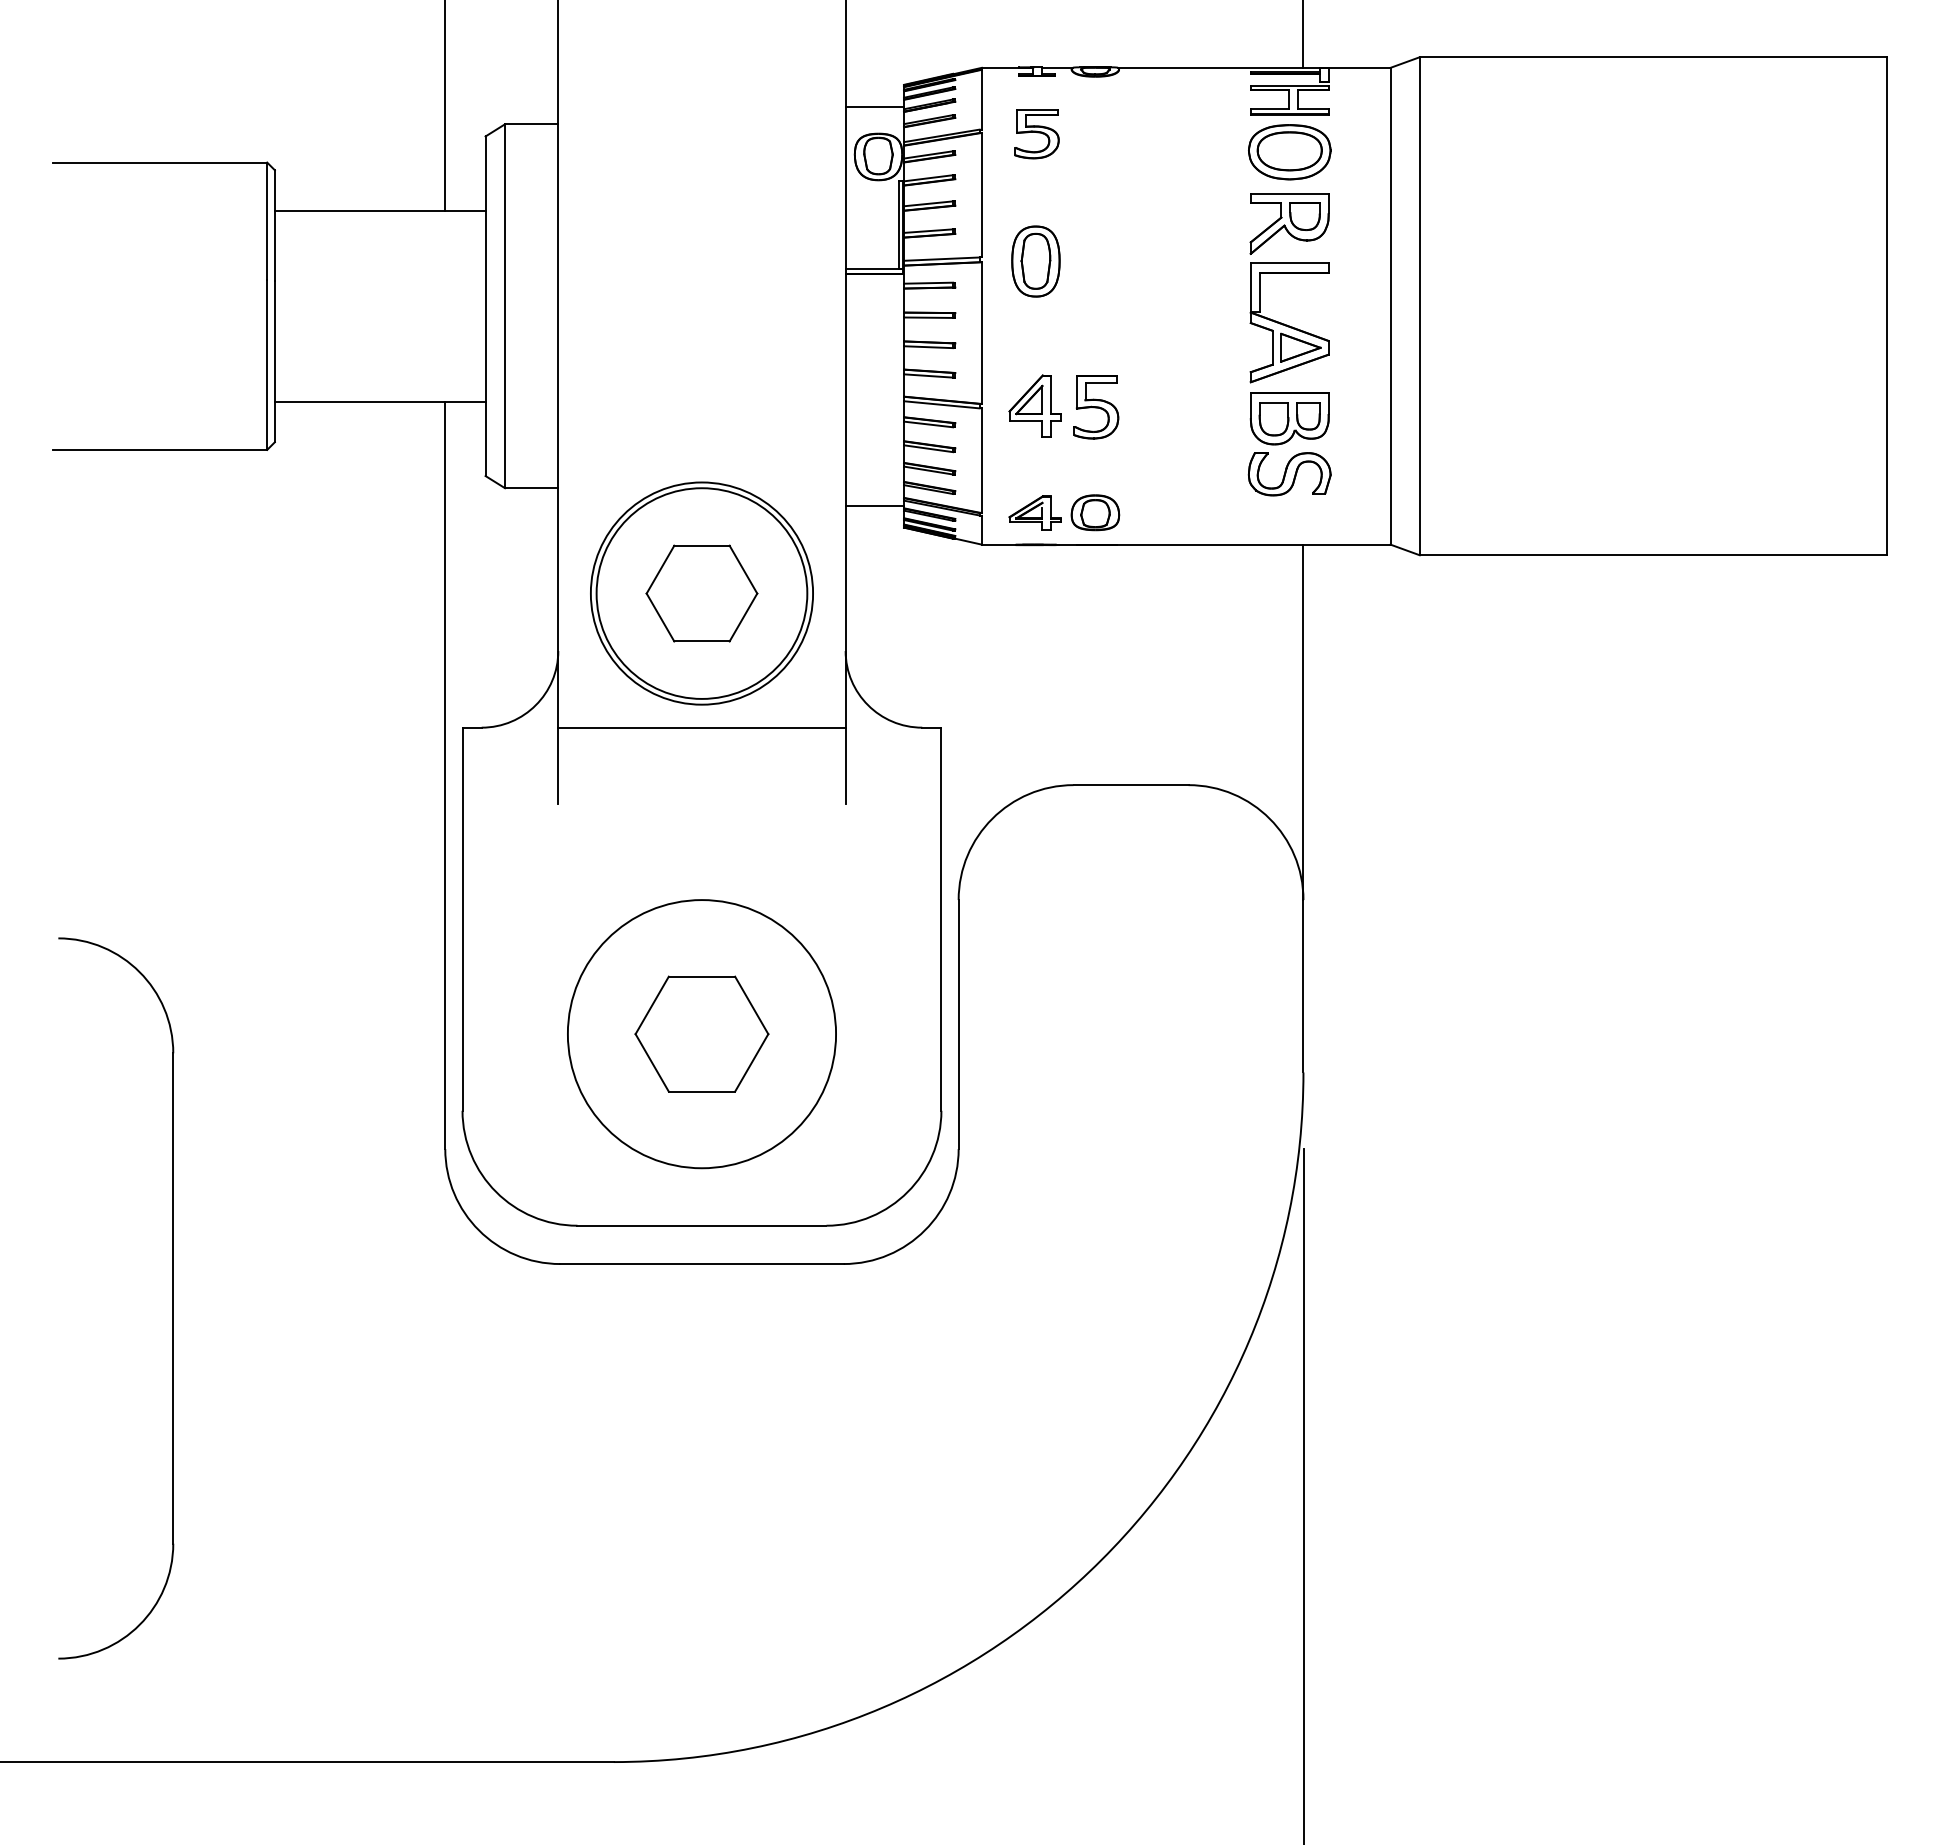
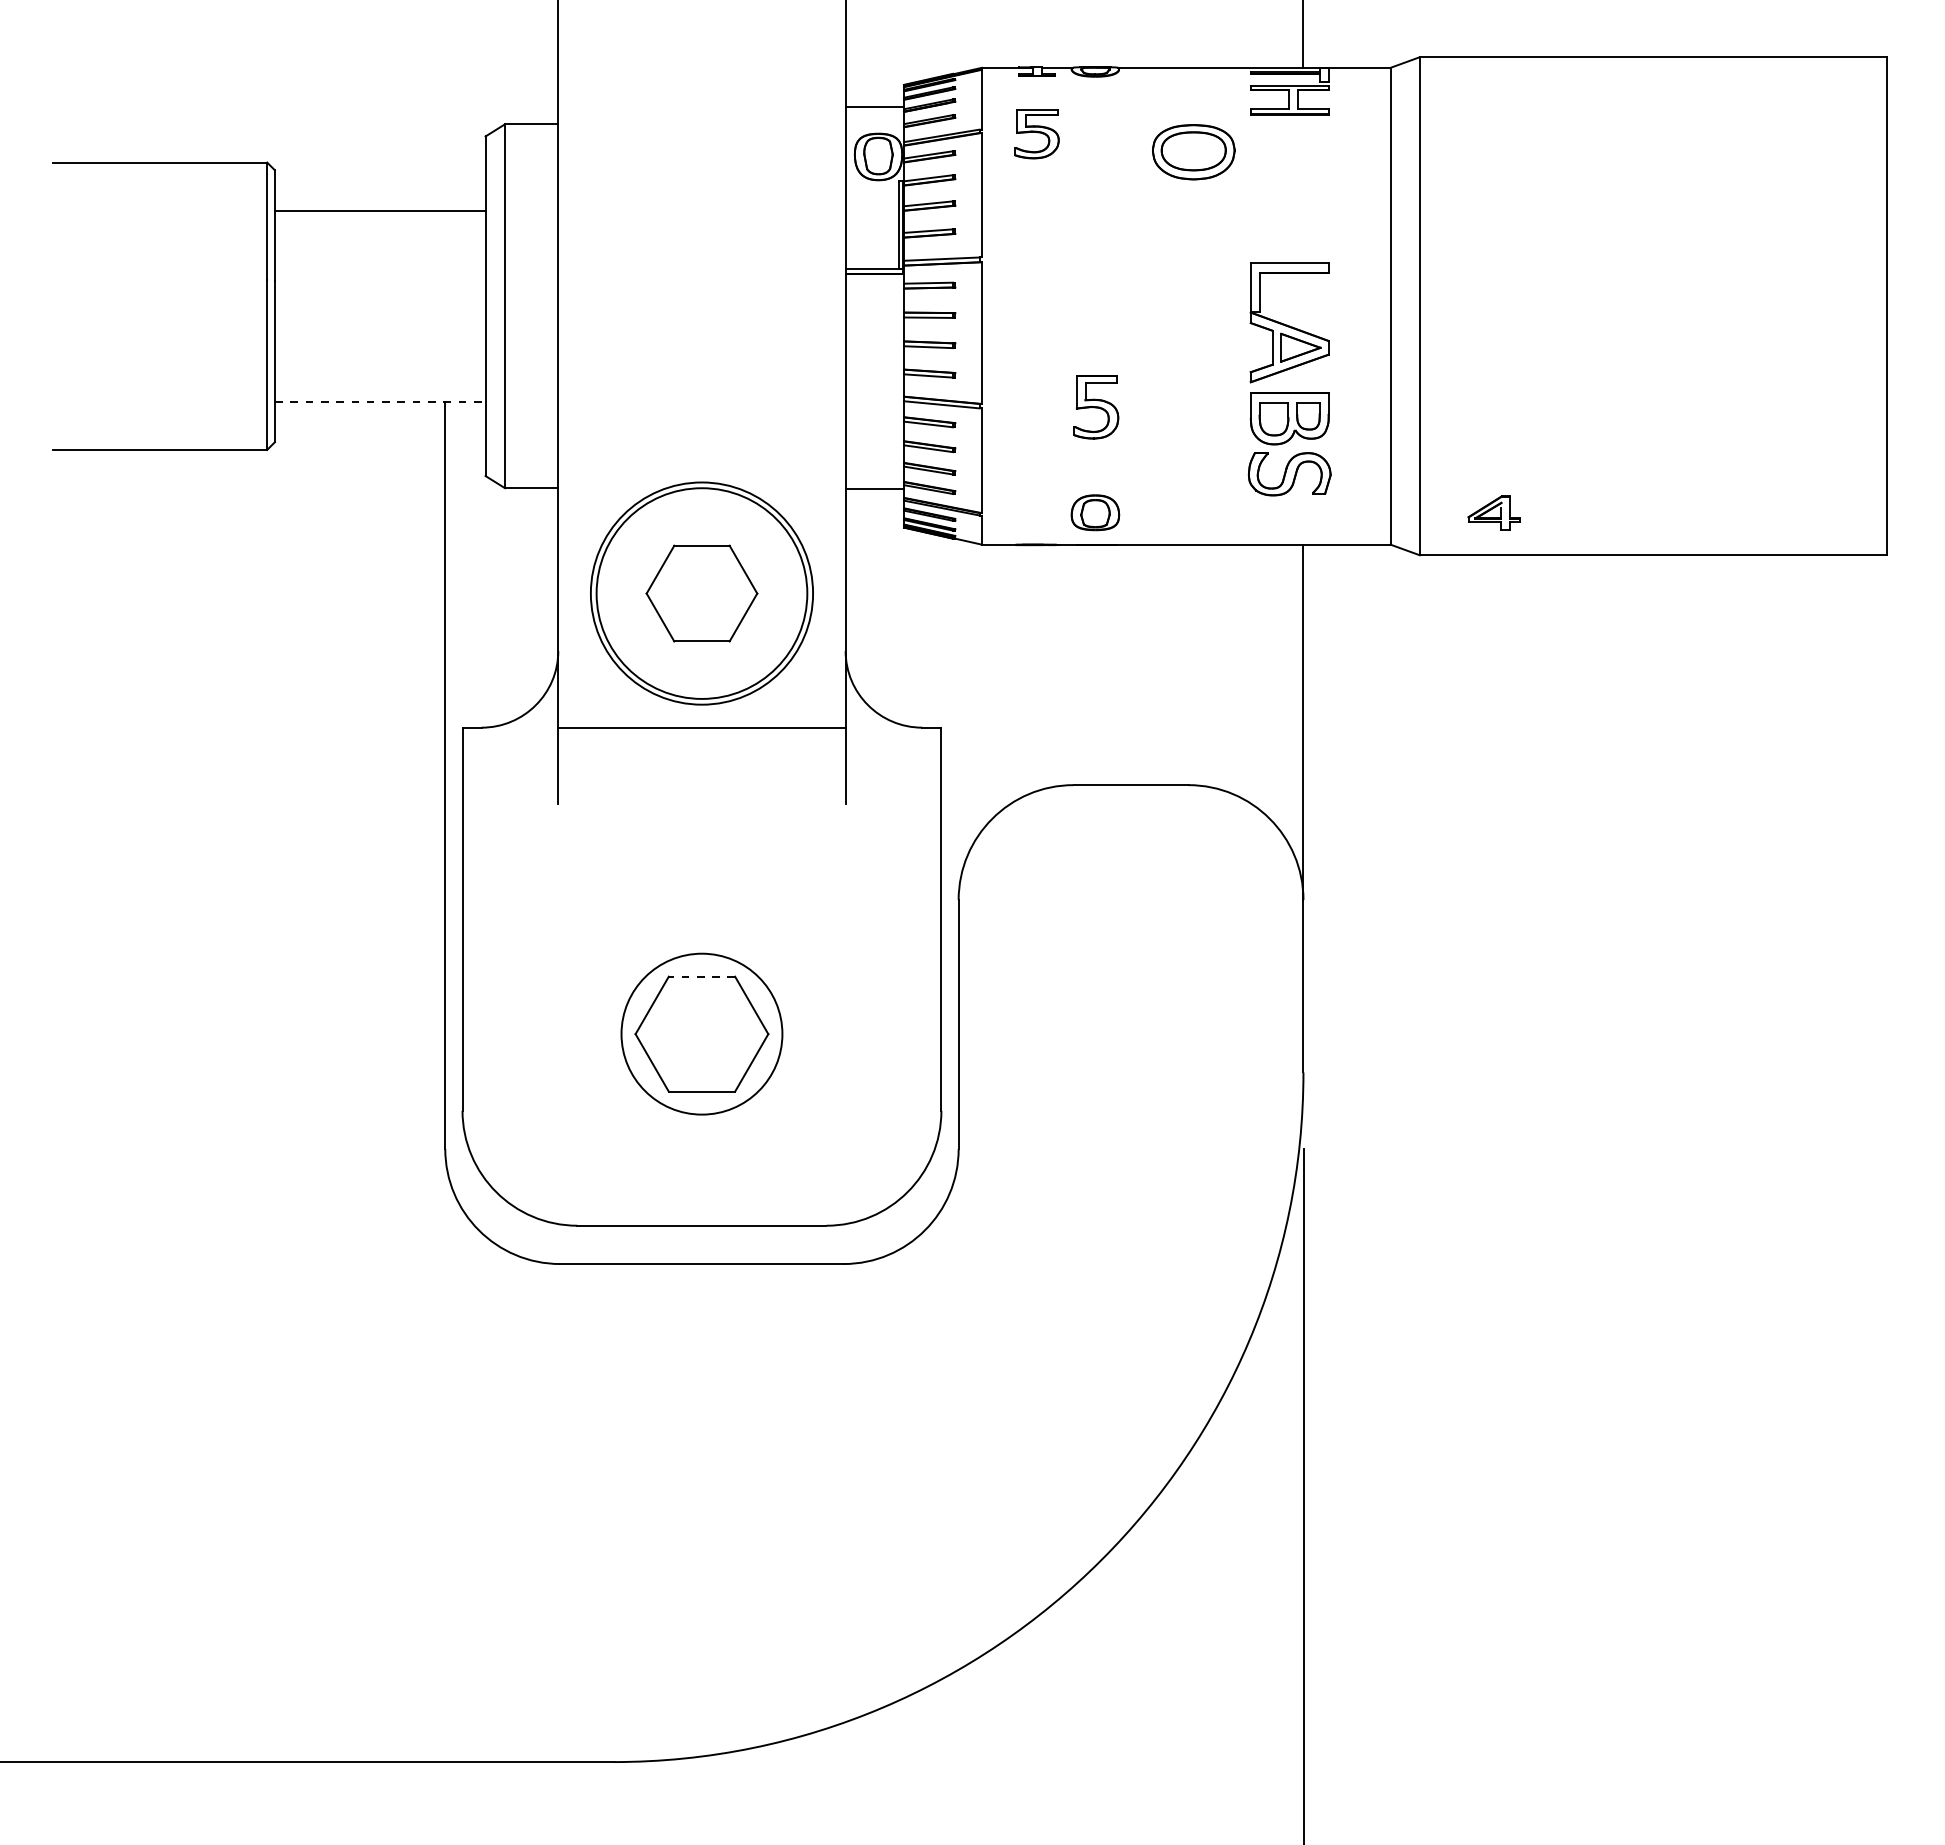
line at (445, 106): present -> none
part at (1289, 152) position: (1289, 152) -> (1193, 152)
part at (1289, 223): present -> none
part at (1035, 261): present -> none
line at (380, 402): solid -> dashed
part at (1034, 405): present -> none
line at (874, 505) position: (874, 505) -> (874, 488)
part at (1034, 512) position: (1034, 512) -> (1493, 512)
line at (701, 976): solid -> dashed
circle at (701, 1034) diameter: 268 px -> 161 px
part at (172, 1298): present -> none
